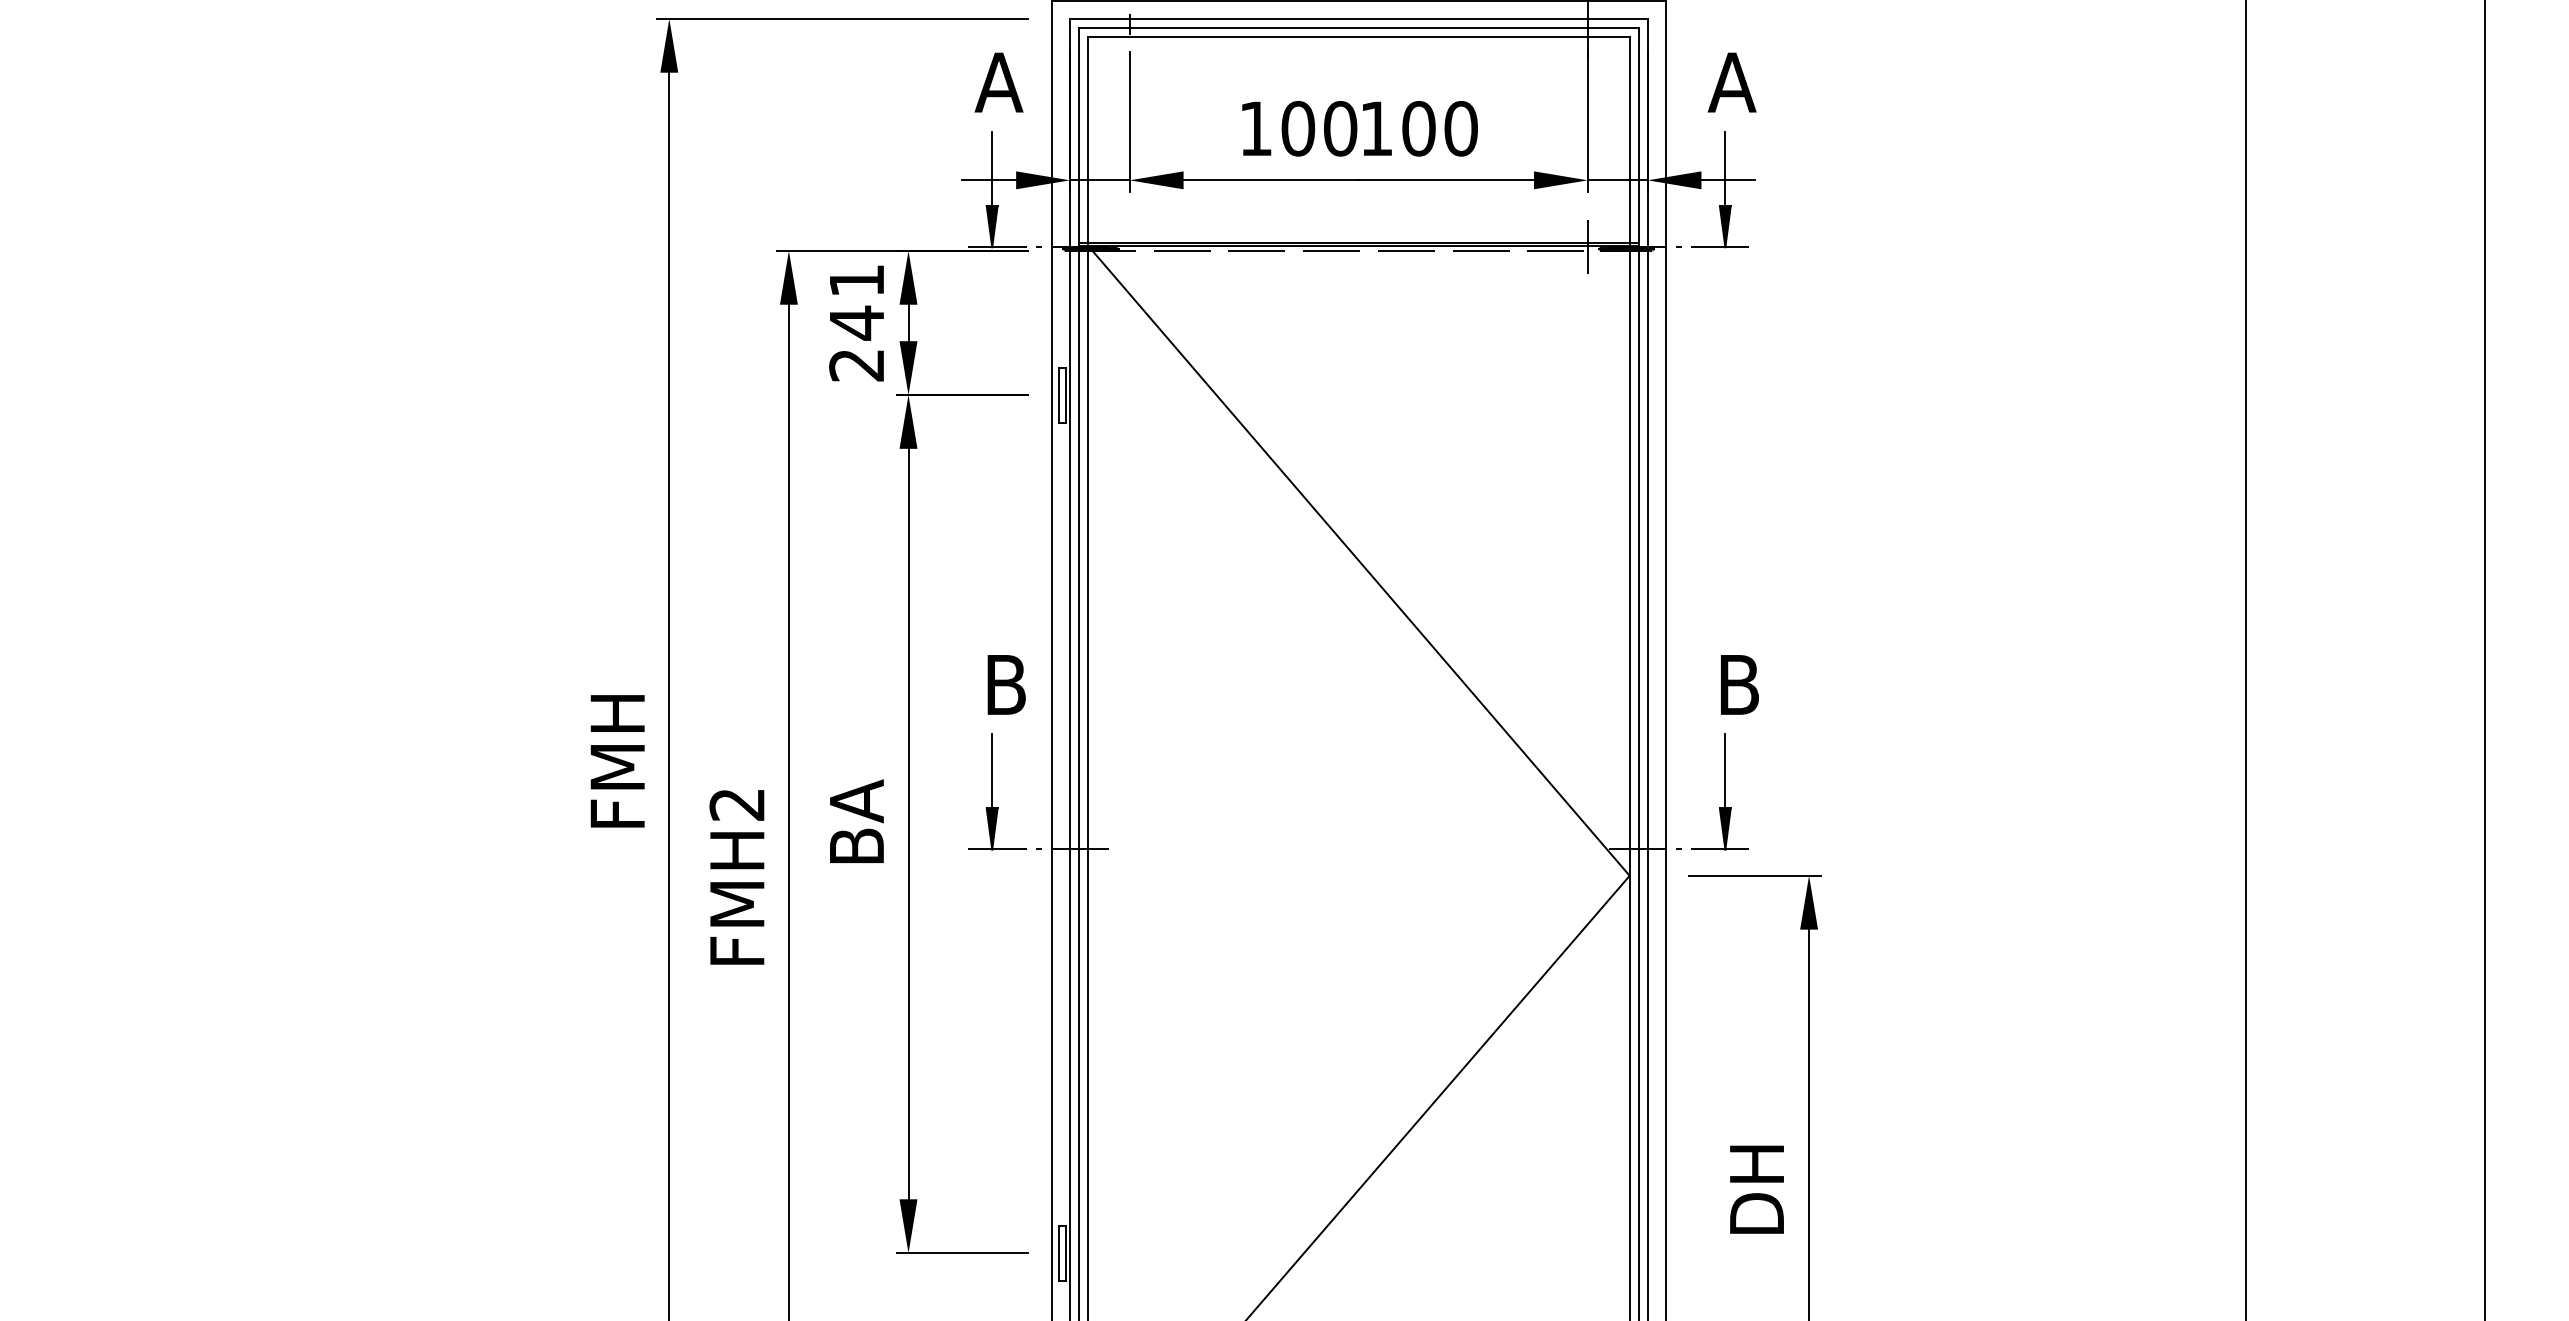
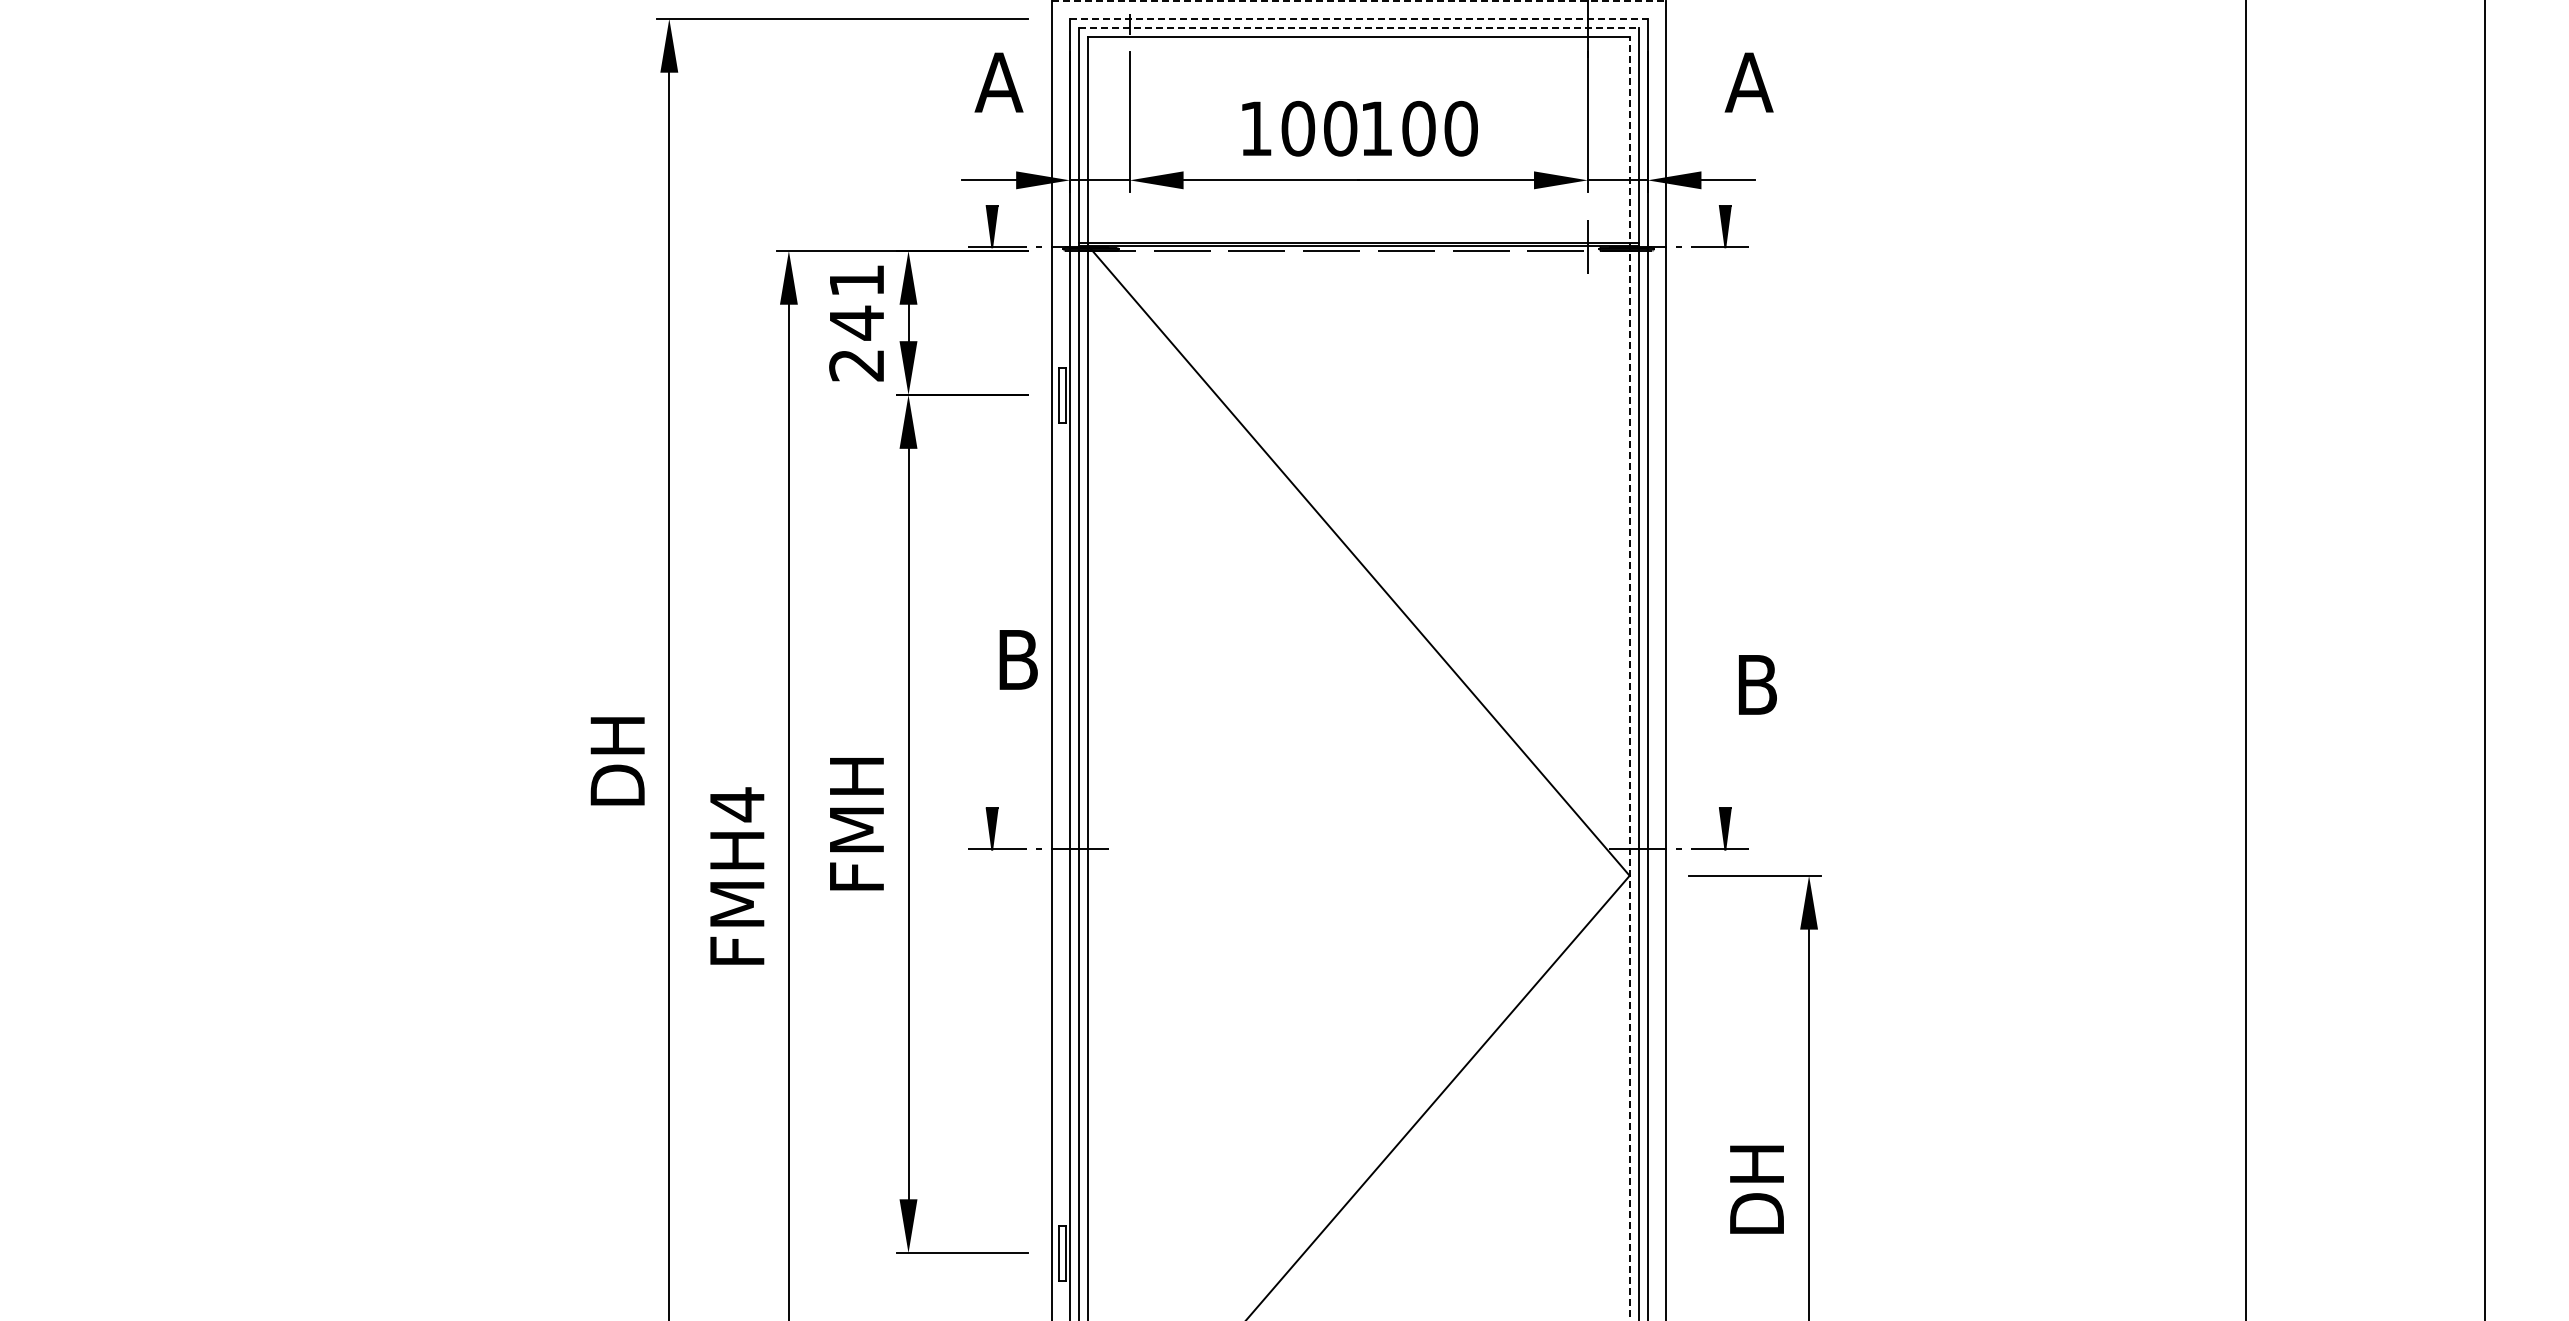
line at (1358, 0): solid -> dashed
line at (1358, 18): solid -> dashed
line at (1358, 27): solid -> dashed
text at (1731, 82) position: (1731, 82) -> (1748, 82)
line at (992, 169): present -> none
line at (1725, 169): present -> none
line at (1629, 678): solid -> dashed
text at (1006, 684) position: (1006, 684) -> (1018, 659)
text at (1739, 684) position: (1739, 684) -> (1757, 684)
text at (617, 761): FMH -> DH
line at (992, 771): present -> none
line at (1725, 771): present -> none
text at (736, 804): FMH2 -> FMH4
text at (856, 824): BA -> FMH
